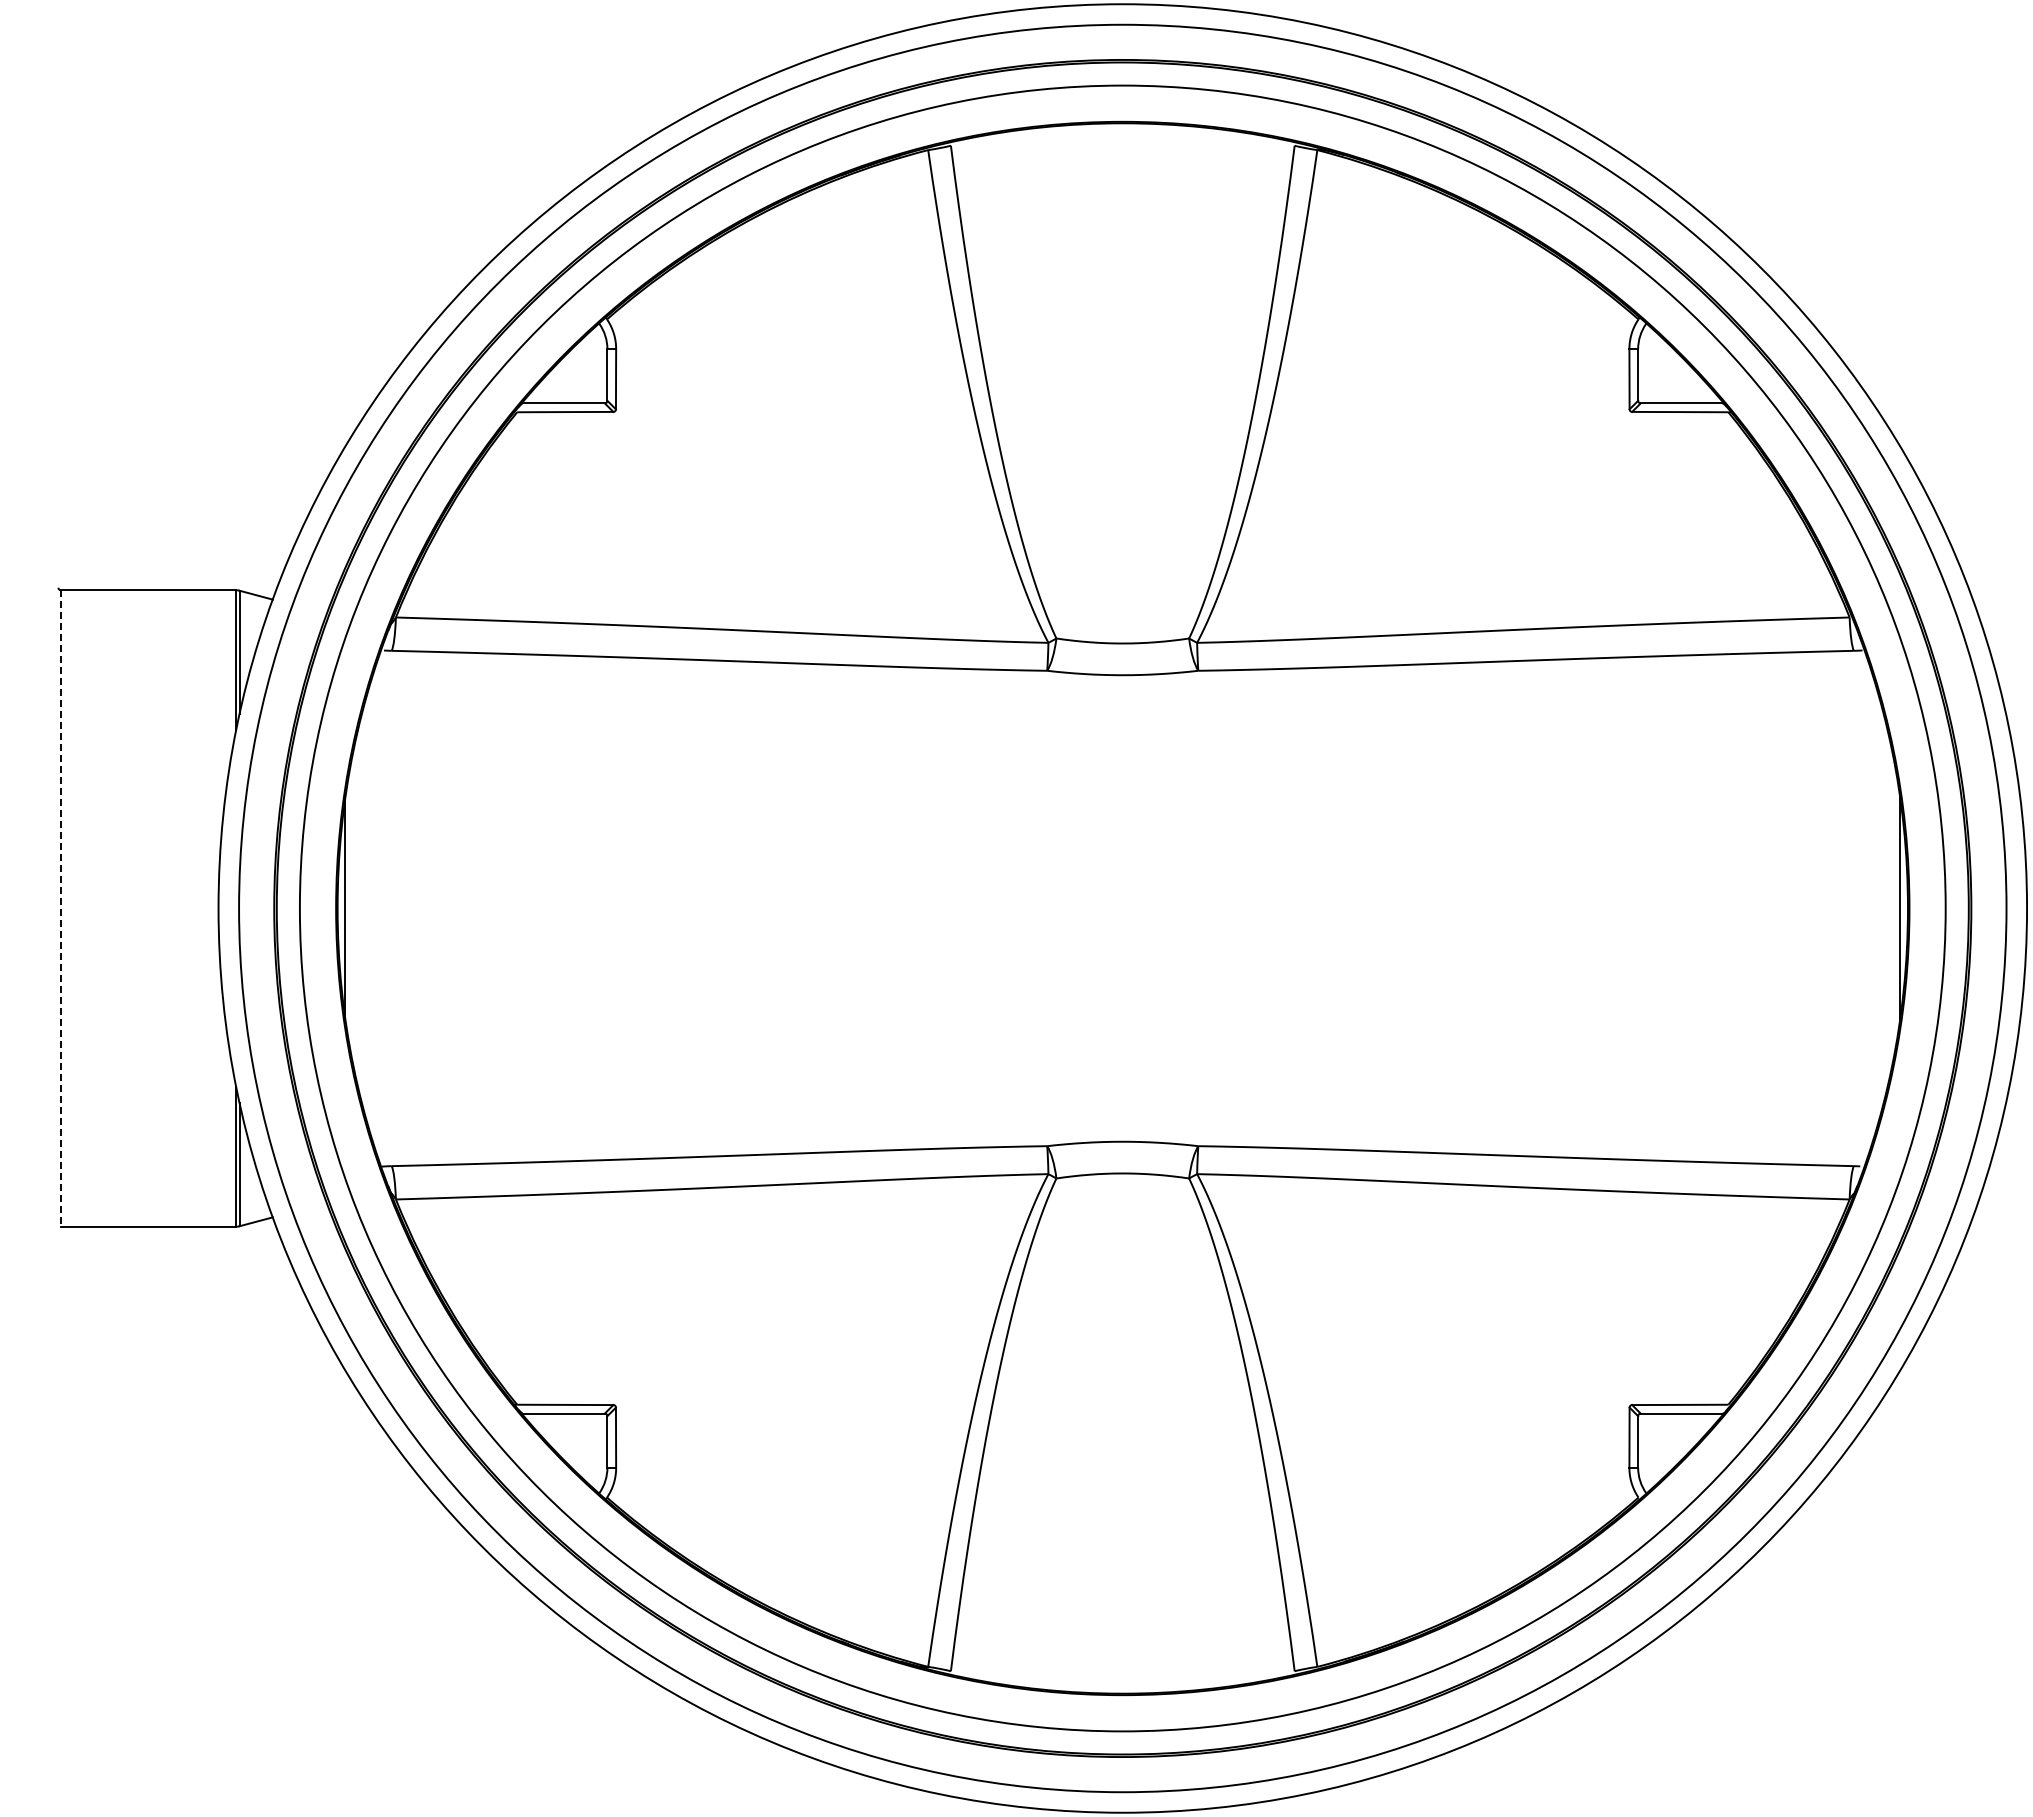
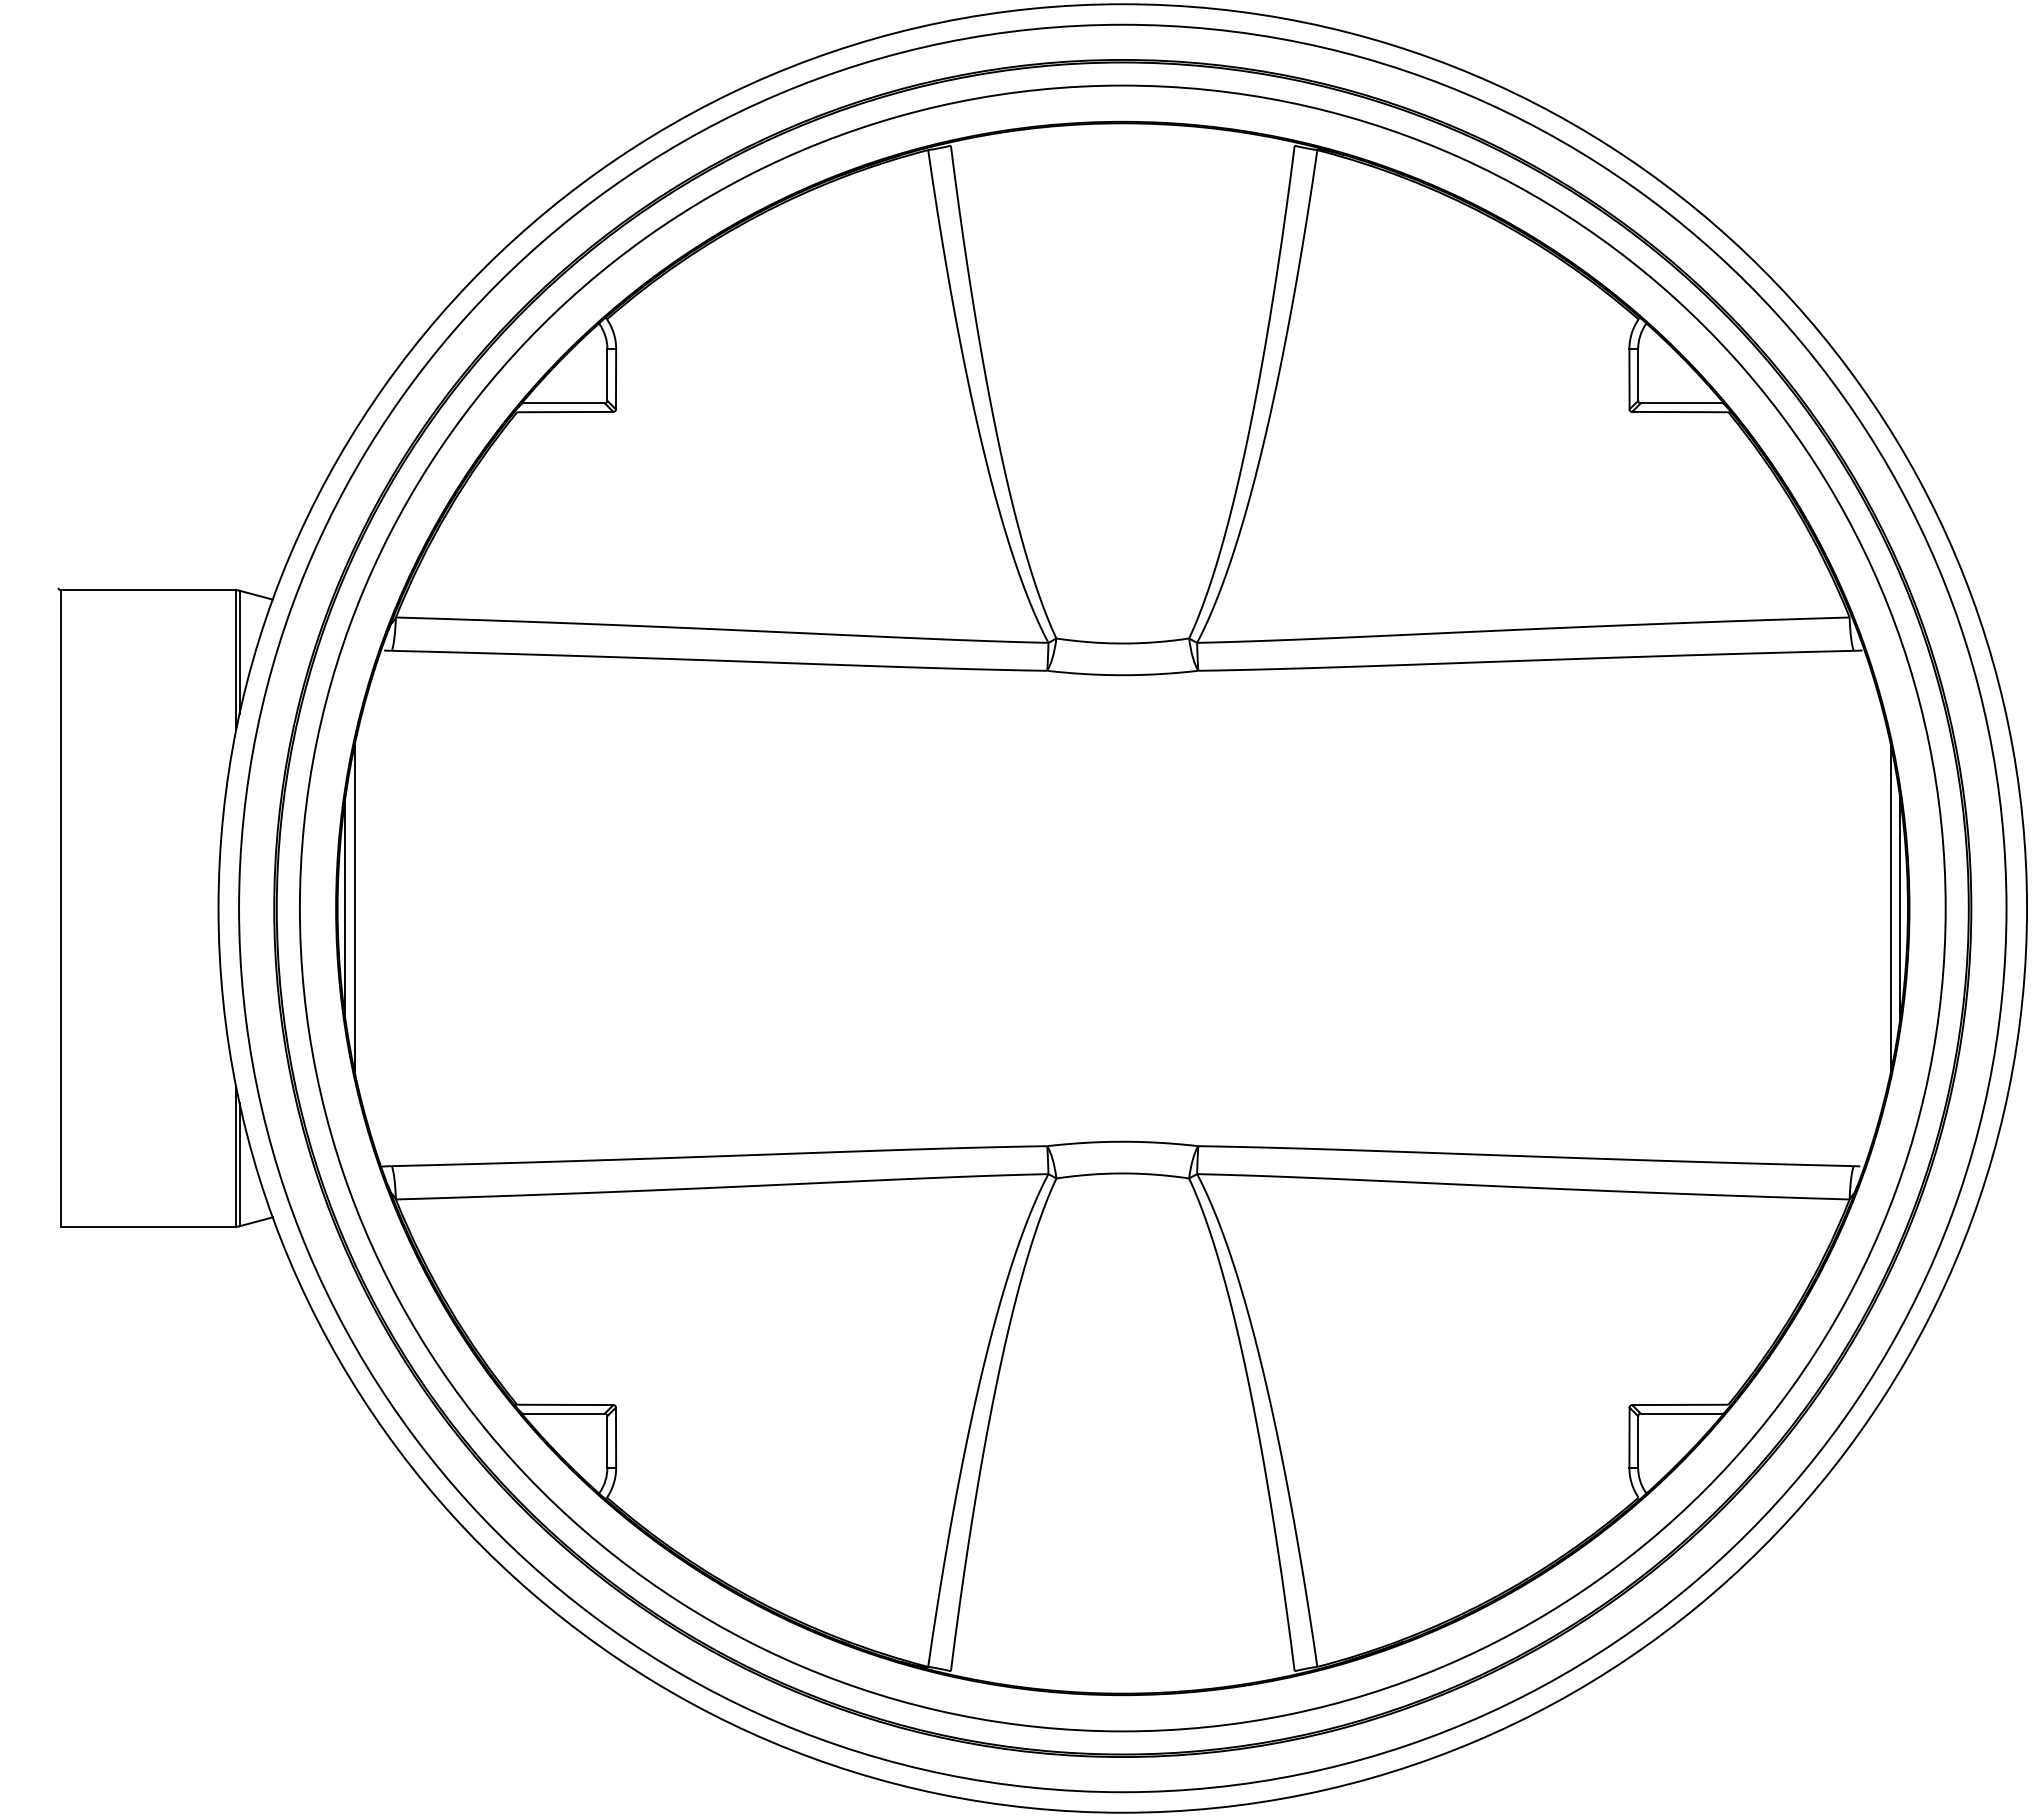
line at (354, 908): none -> present
line at (1890, 908): none -> present
line at (61, 909): dashed -> solid
